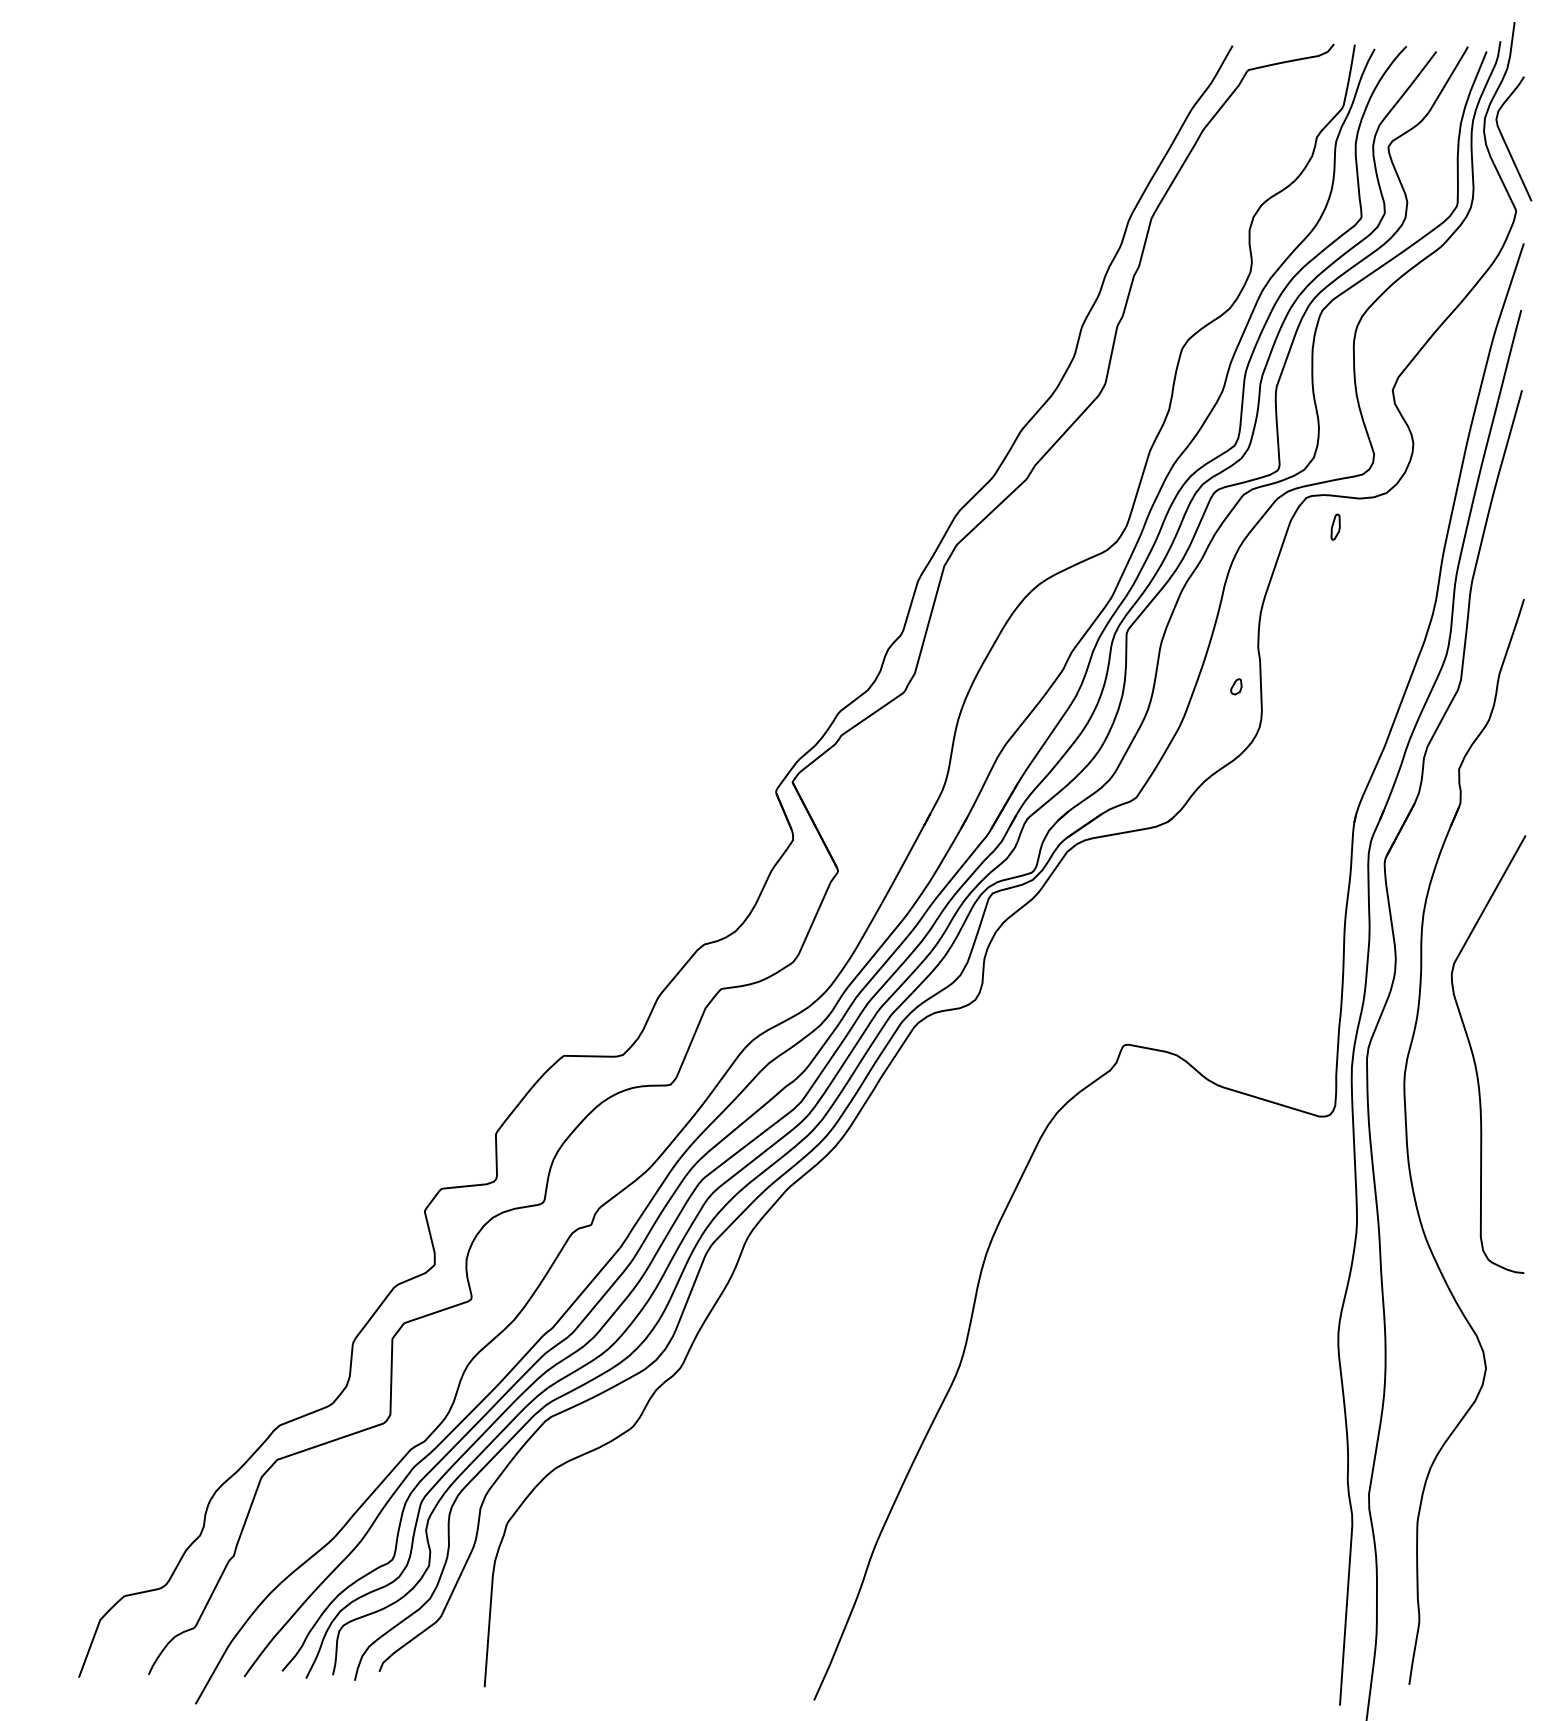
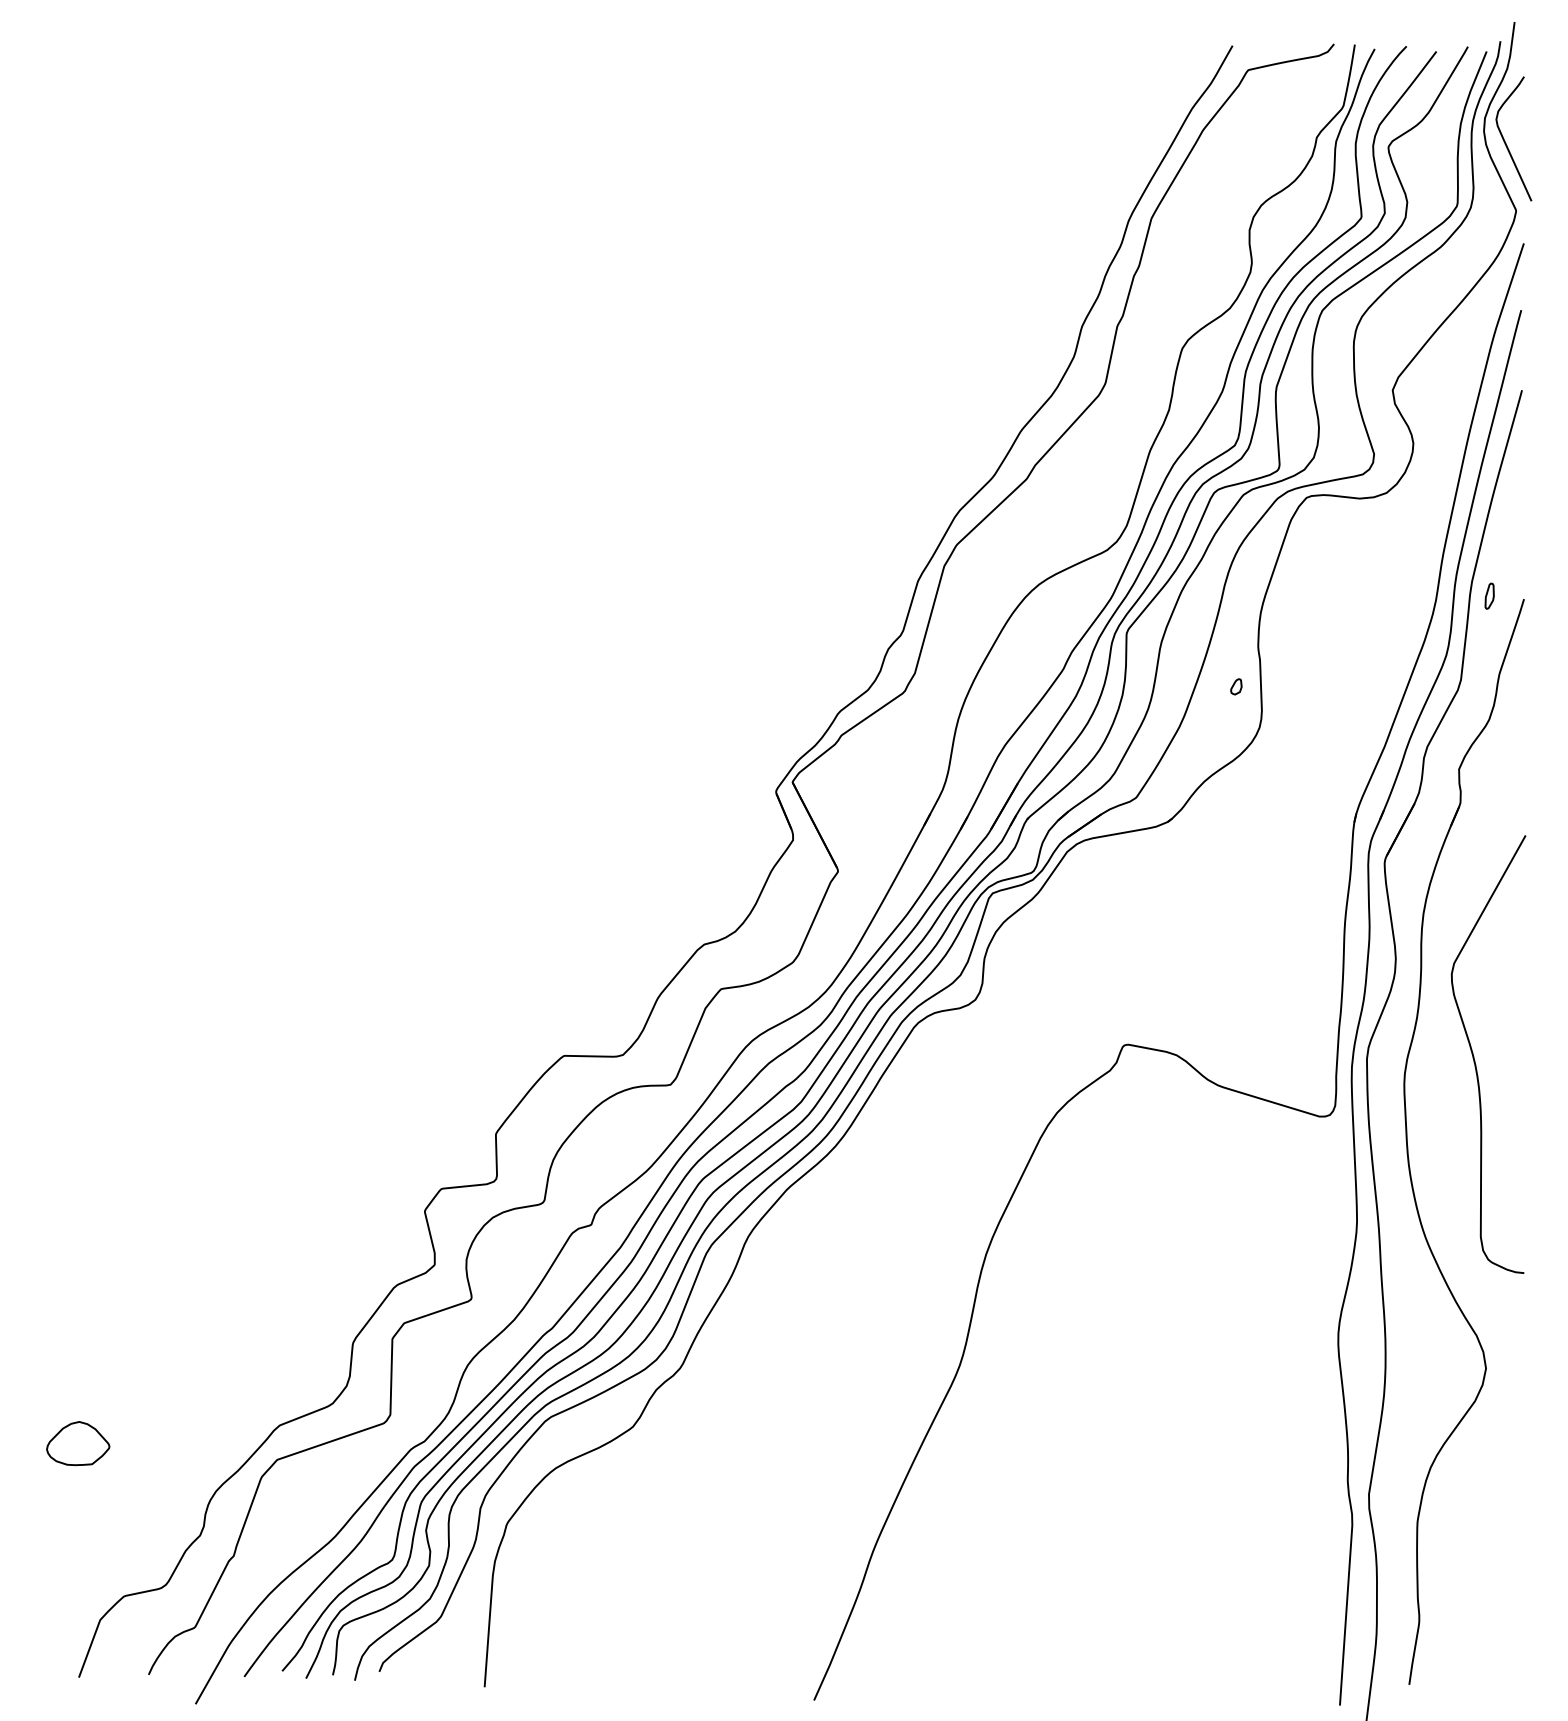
part at (1335, 526) position: (1335, 526) -> (1489, 595)
part at (78, 1443): none -> present
